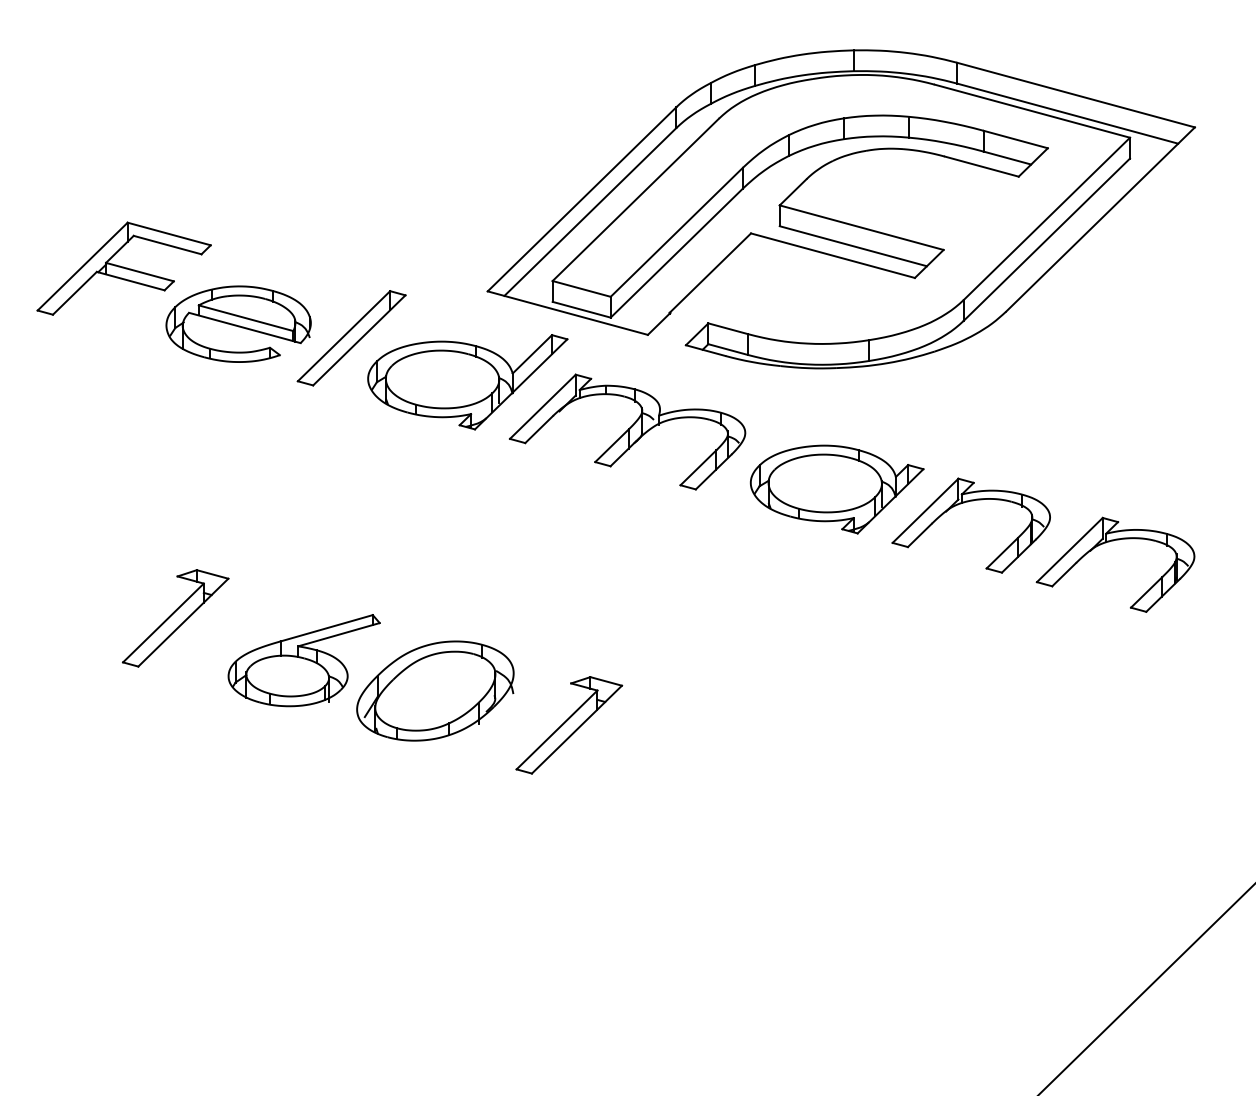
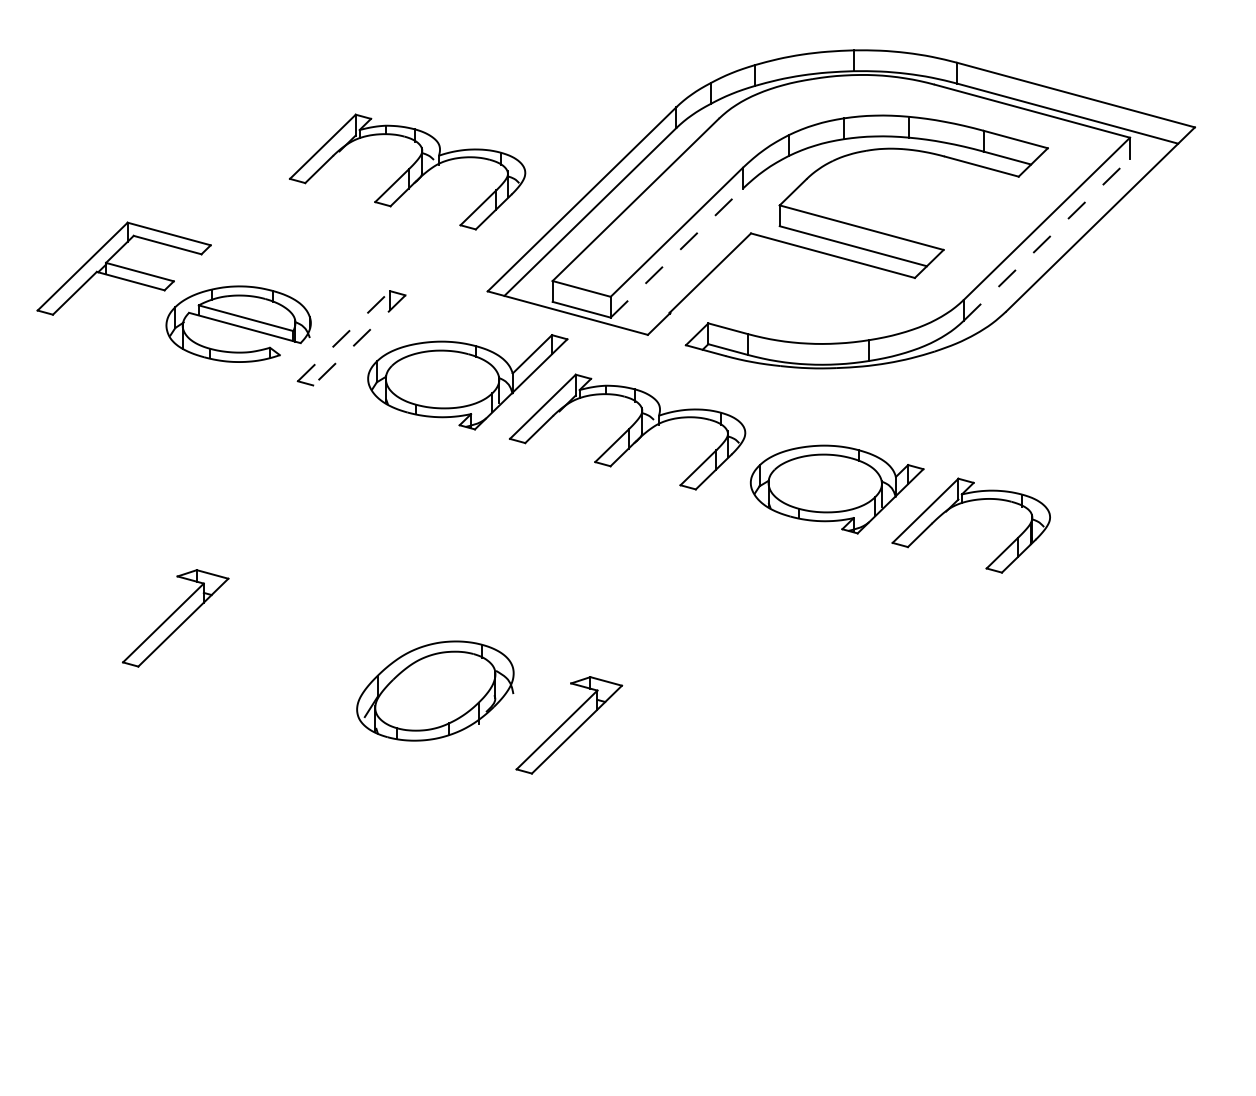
part at (407, 171): none -> present
line at (1047, 239): solid -> dashed
line at (677, 252): solid -> dashed
line at (344, 335): solid -> dashed
line at (358, 340): solid -> dashed
part at (1109, 542): present -> none
part at (303, 660): present -> none
line at (1146, 988): present -> none
